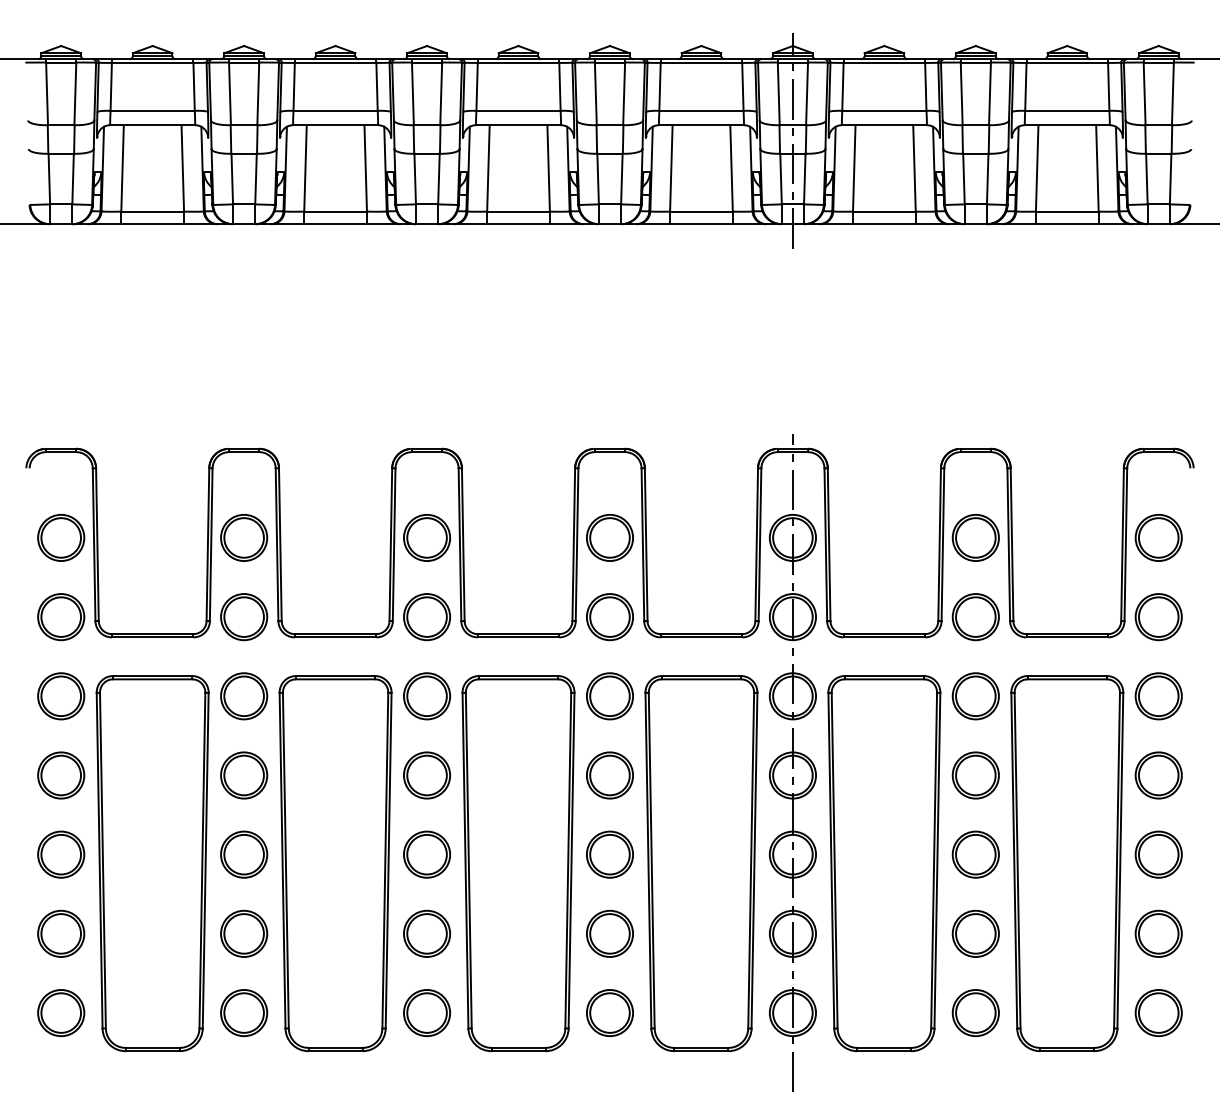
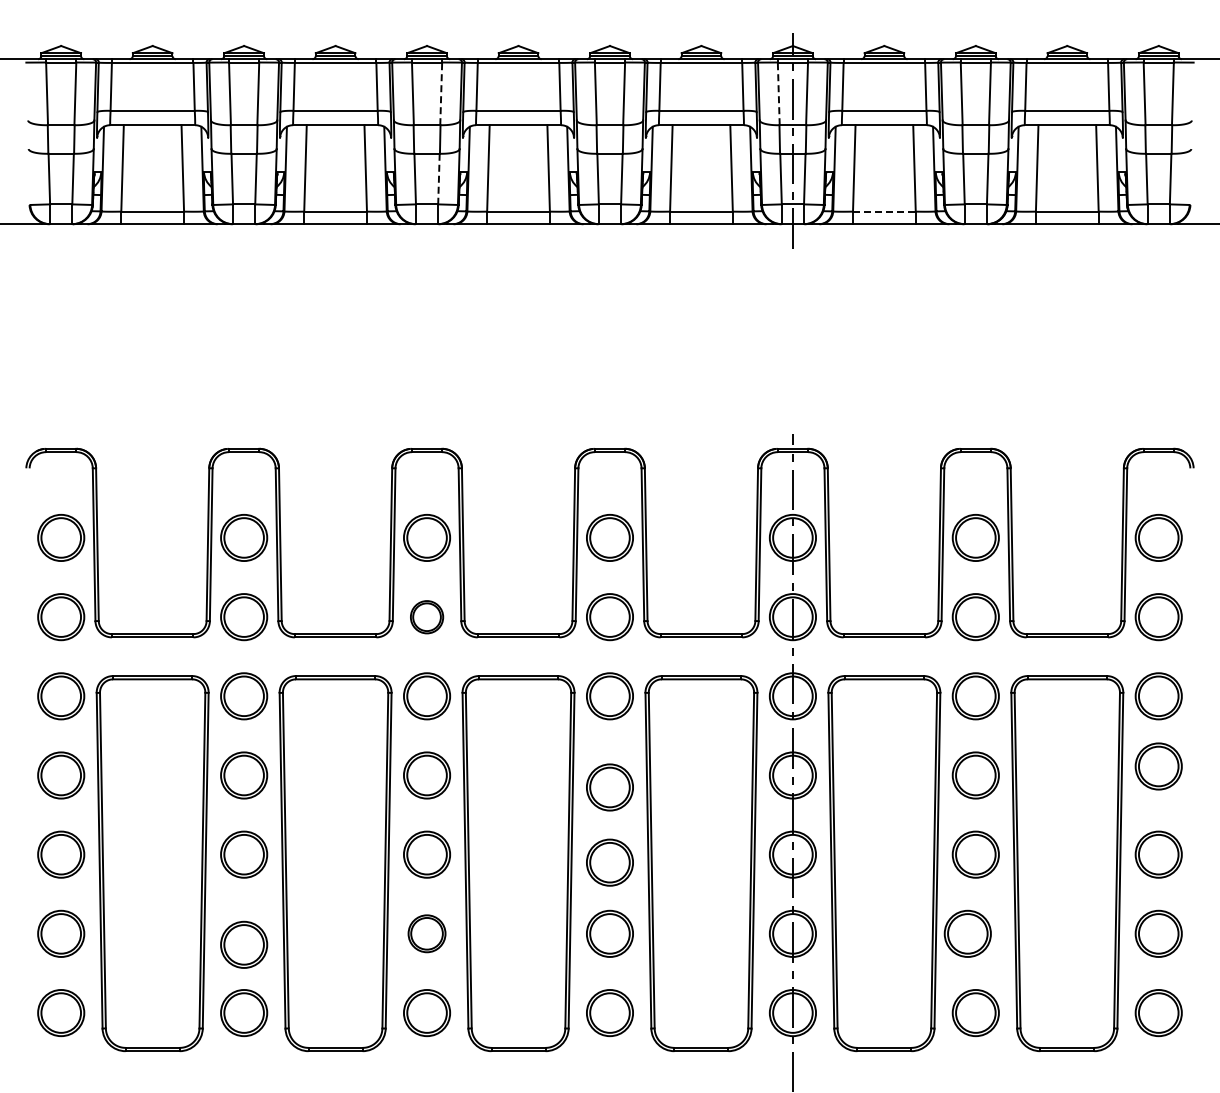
line at (441, 93): solid -> dashed
line at (778, 93): solid -> dashed
line at (438, 179): solid -> dashed
line at (884, 211): solid -> dashed
part at (426, 617) size: 48x49 px -> 35x35 px
part at (609, 775) position: (609, 775) -> (609, 787)
part at (1158, 775) position: (1158, 775) -> (1158, 766)
part at (609, 854) position: (609, 854) -> (609, 862)
part at (244, 933) position: (244, 933) -> (244, 944)
part at (426, 933) size: 48x49 px -> 40x40 px
part at (975, 933) position: (975, 933) -> (967, 933)
